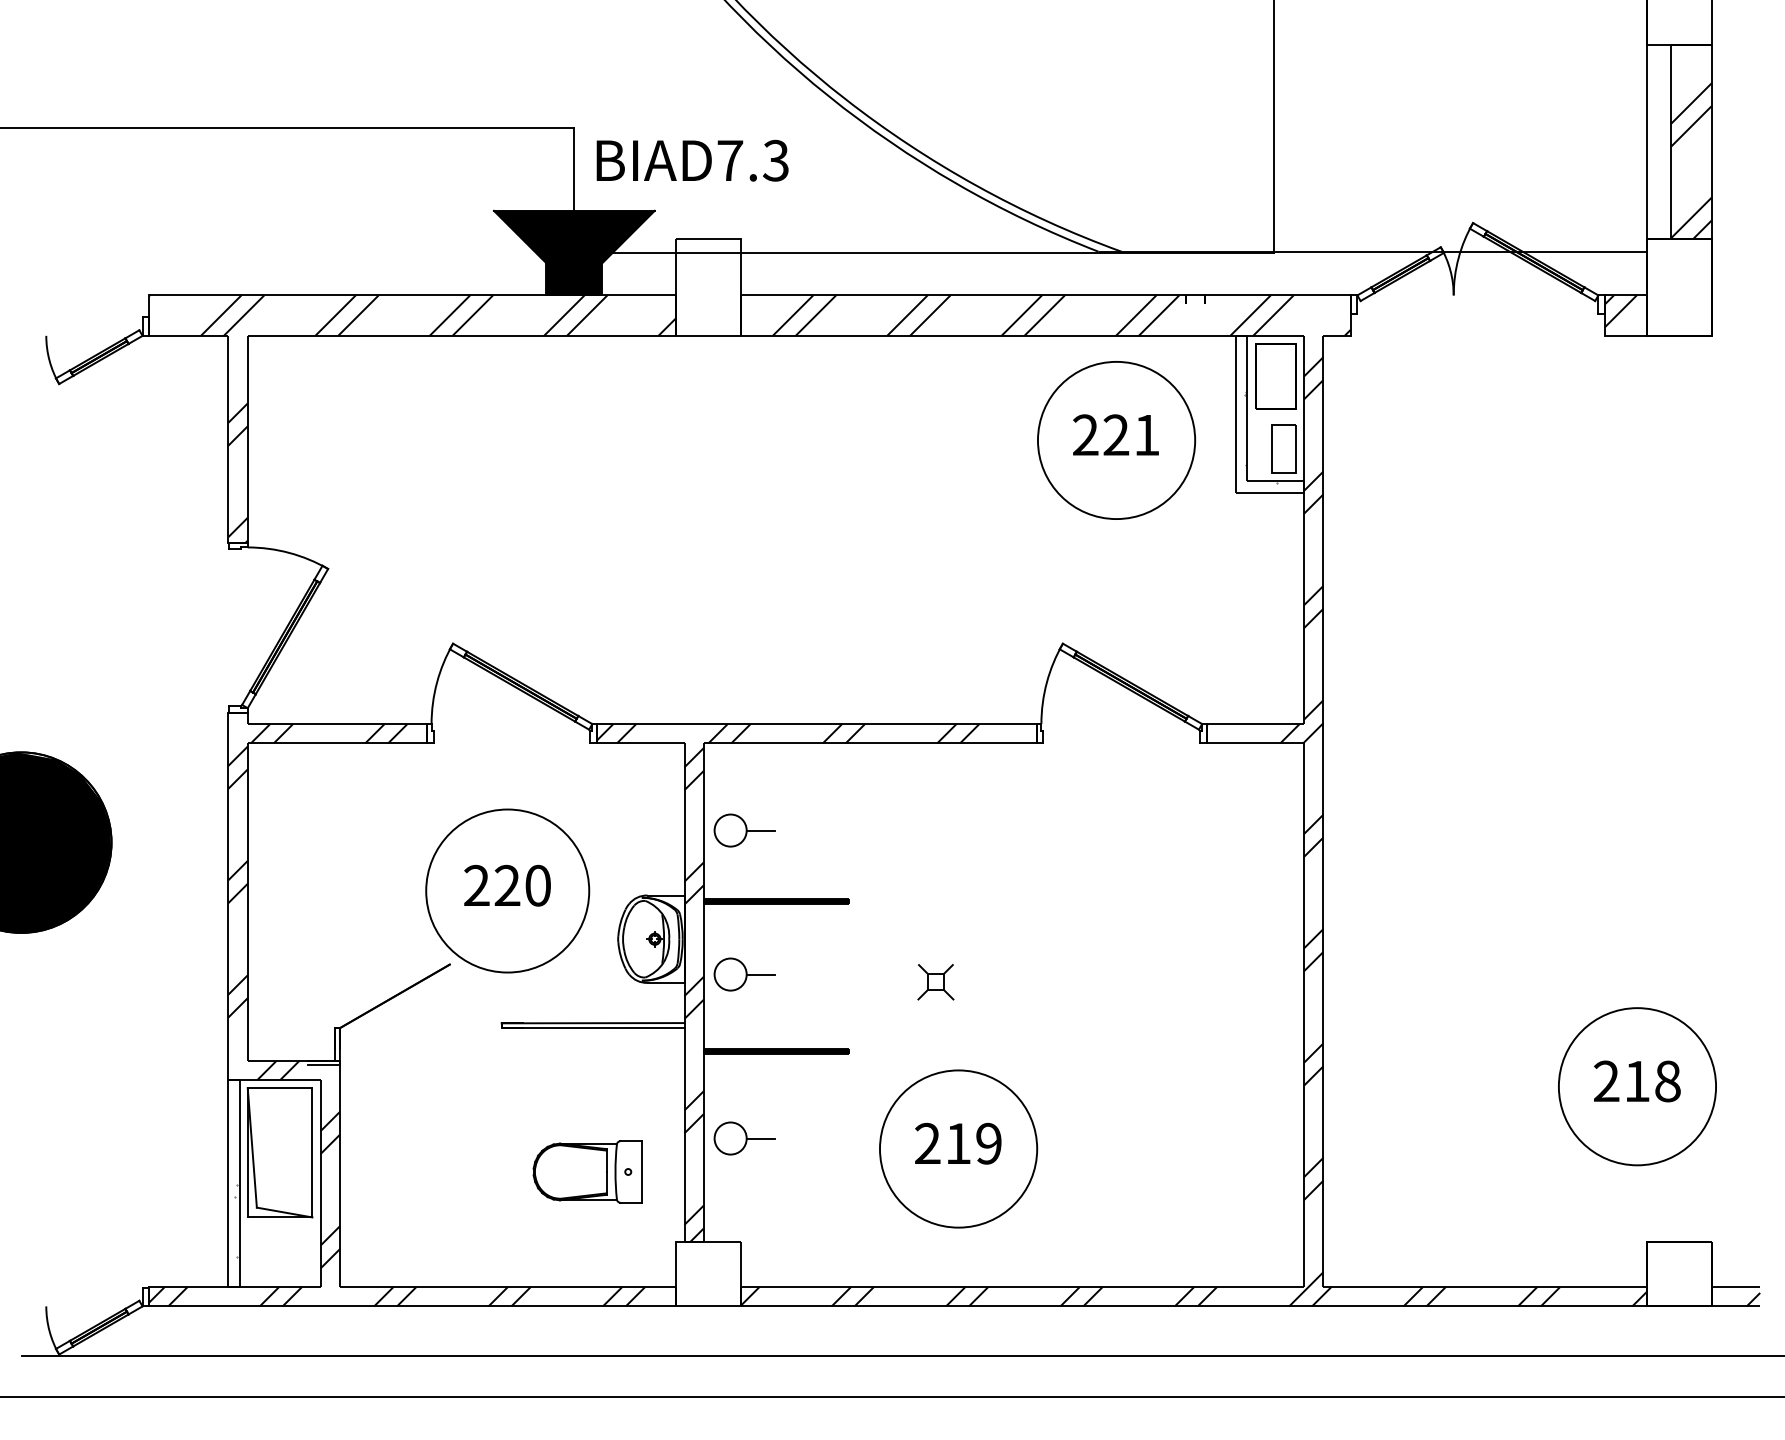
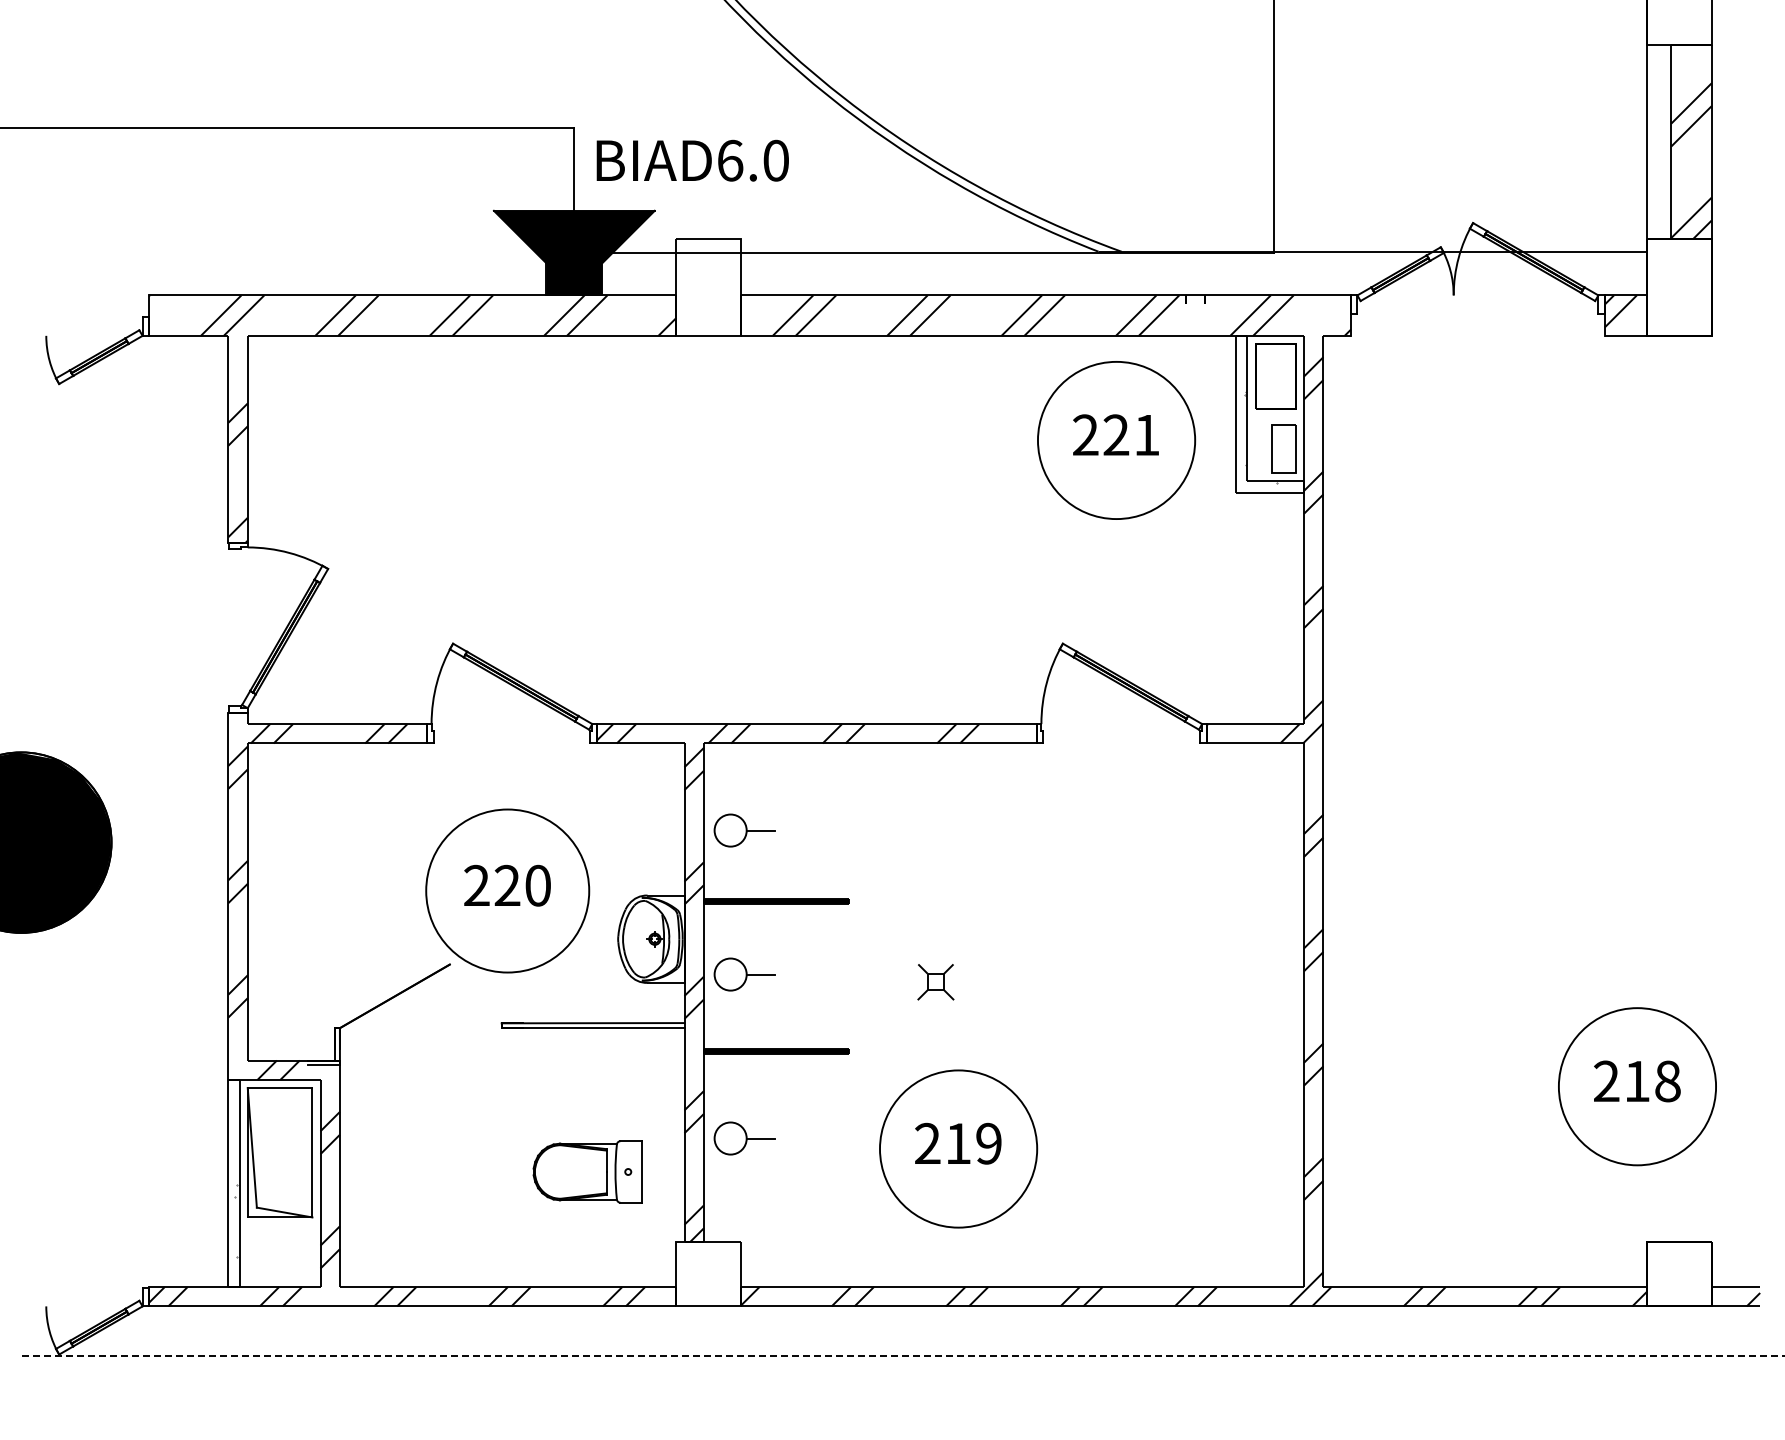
text at (752, 160): BIAD7.3 -> BIAD6.0
line at (903, 1356): solid -> dashed
line at (891, 1396): present -> none
